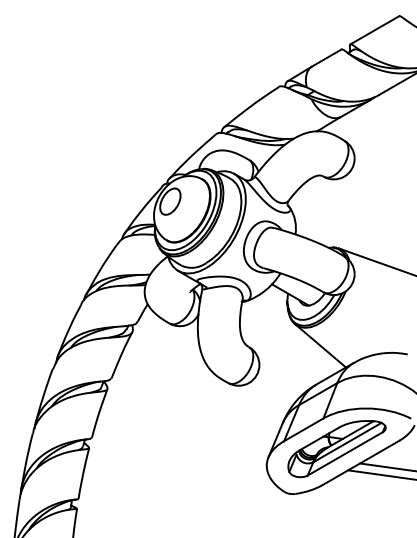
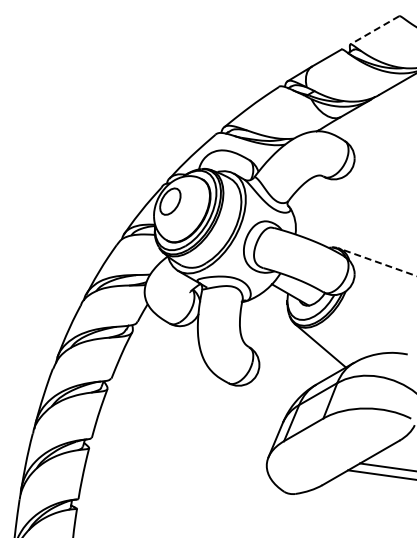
line at (374, 30): solid -> dashed
line at (377, 262): solid -> dashed
part at (336, 449): present -> none
